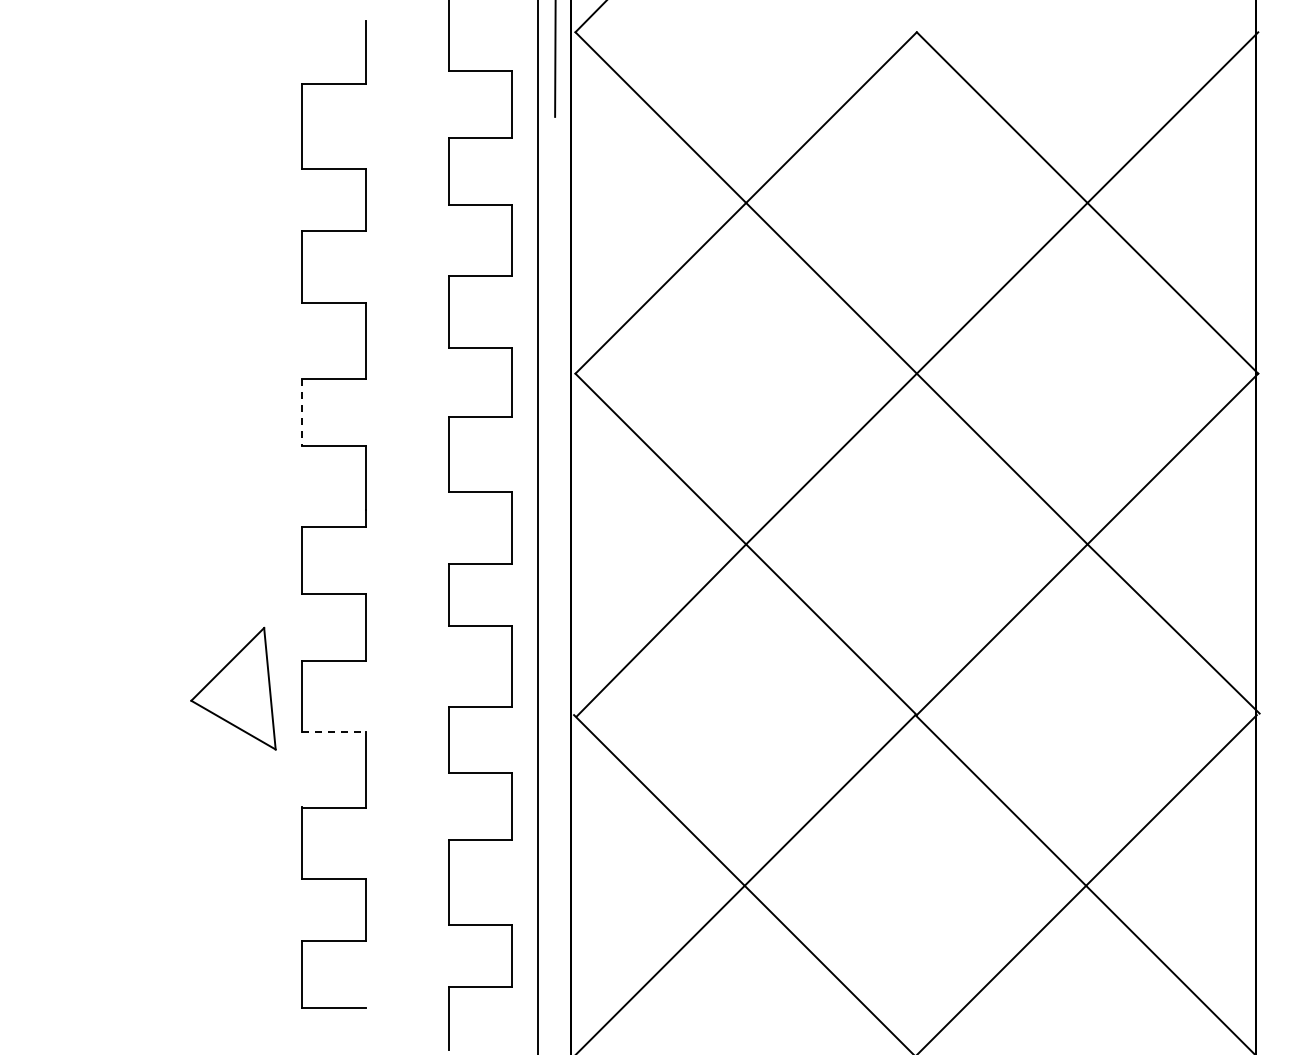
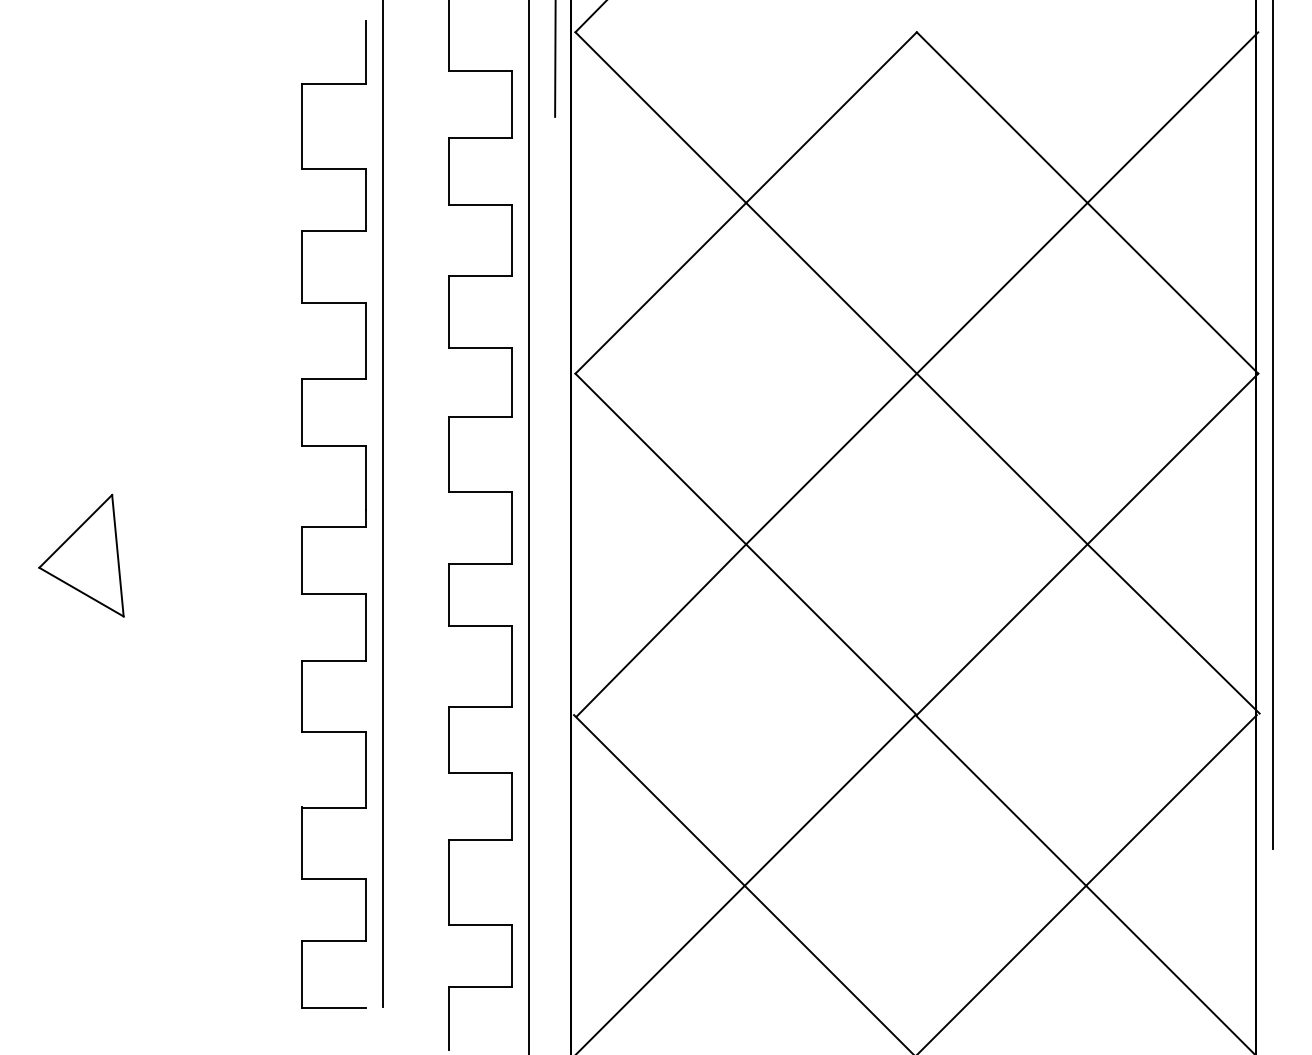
line at (302, 412): dashed -> solid
line at (1272, 425): none -> present
line at (382, 504): none -> present
line at (537, 526) position: (537, 526) -> (528, 526)
part at (233, 688) position: (233, 688) -> (81, 555)
line at (334, 732): dashed -> solid
